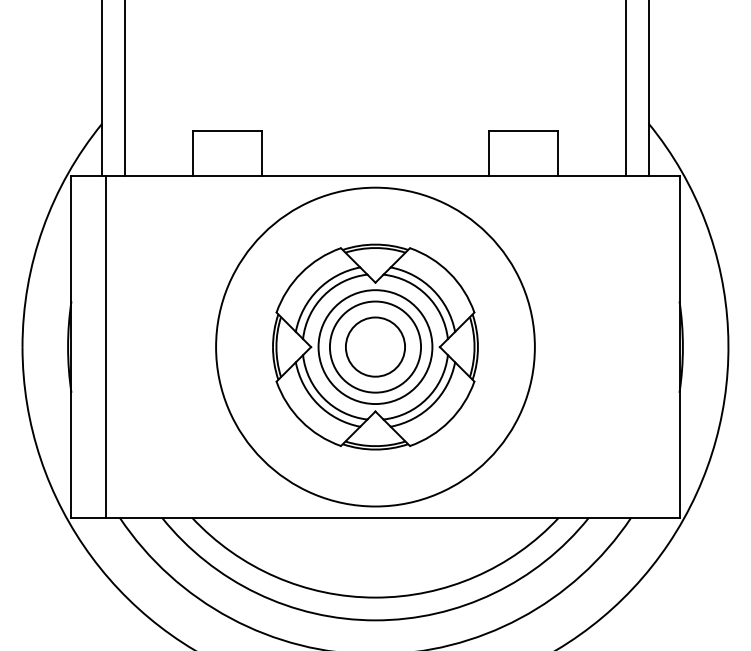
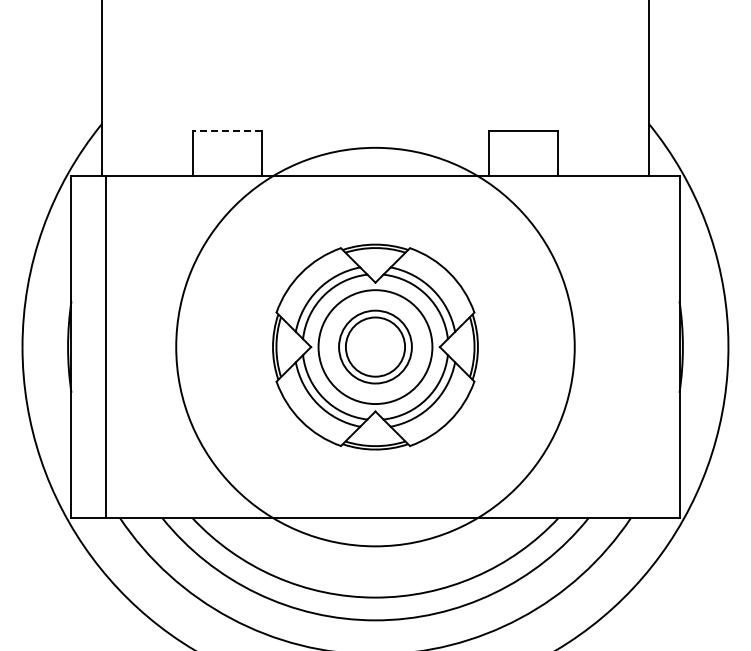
line at (124, 89): present -> none
line at (625, 89): present -> none
line at (226, 130): solid -> dashed
circle at (375, 346) diameter: 319 px -> 399 px
circle at (375, 346) diameter: 91 px -> 73 px
